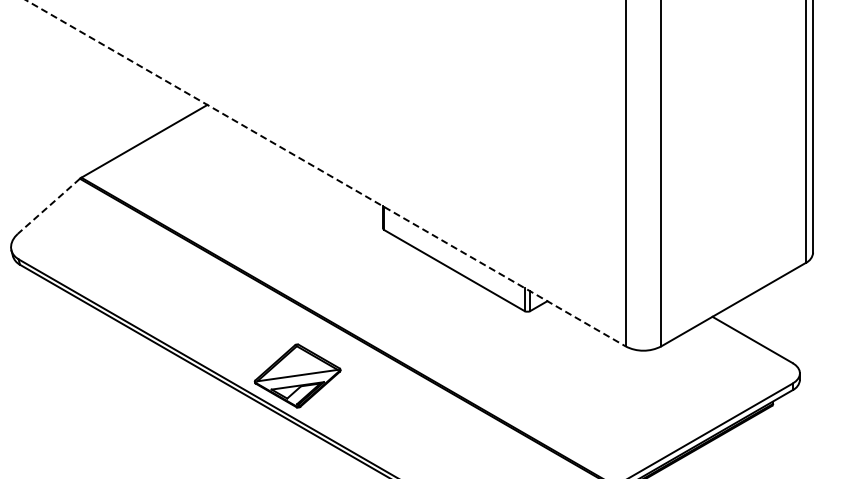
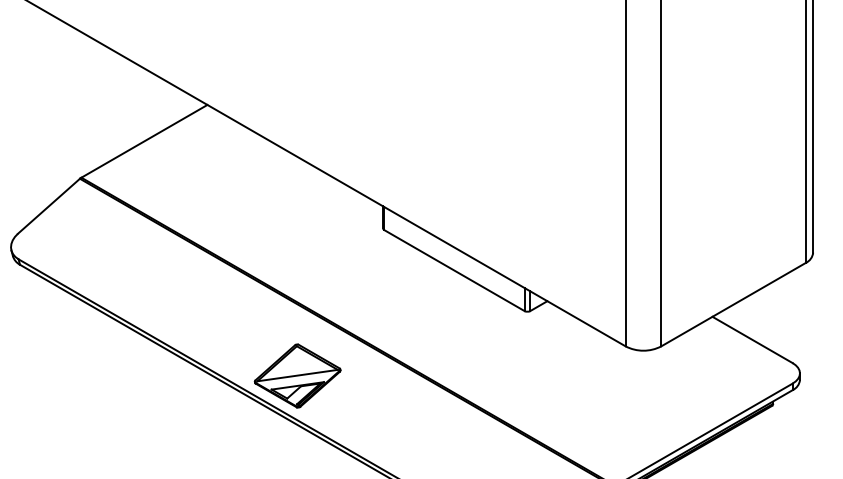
line at (326, 173): dashed -> solid
line at (48, 206): dashed -> solid
